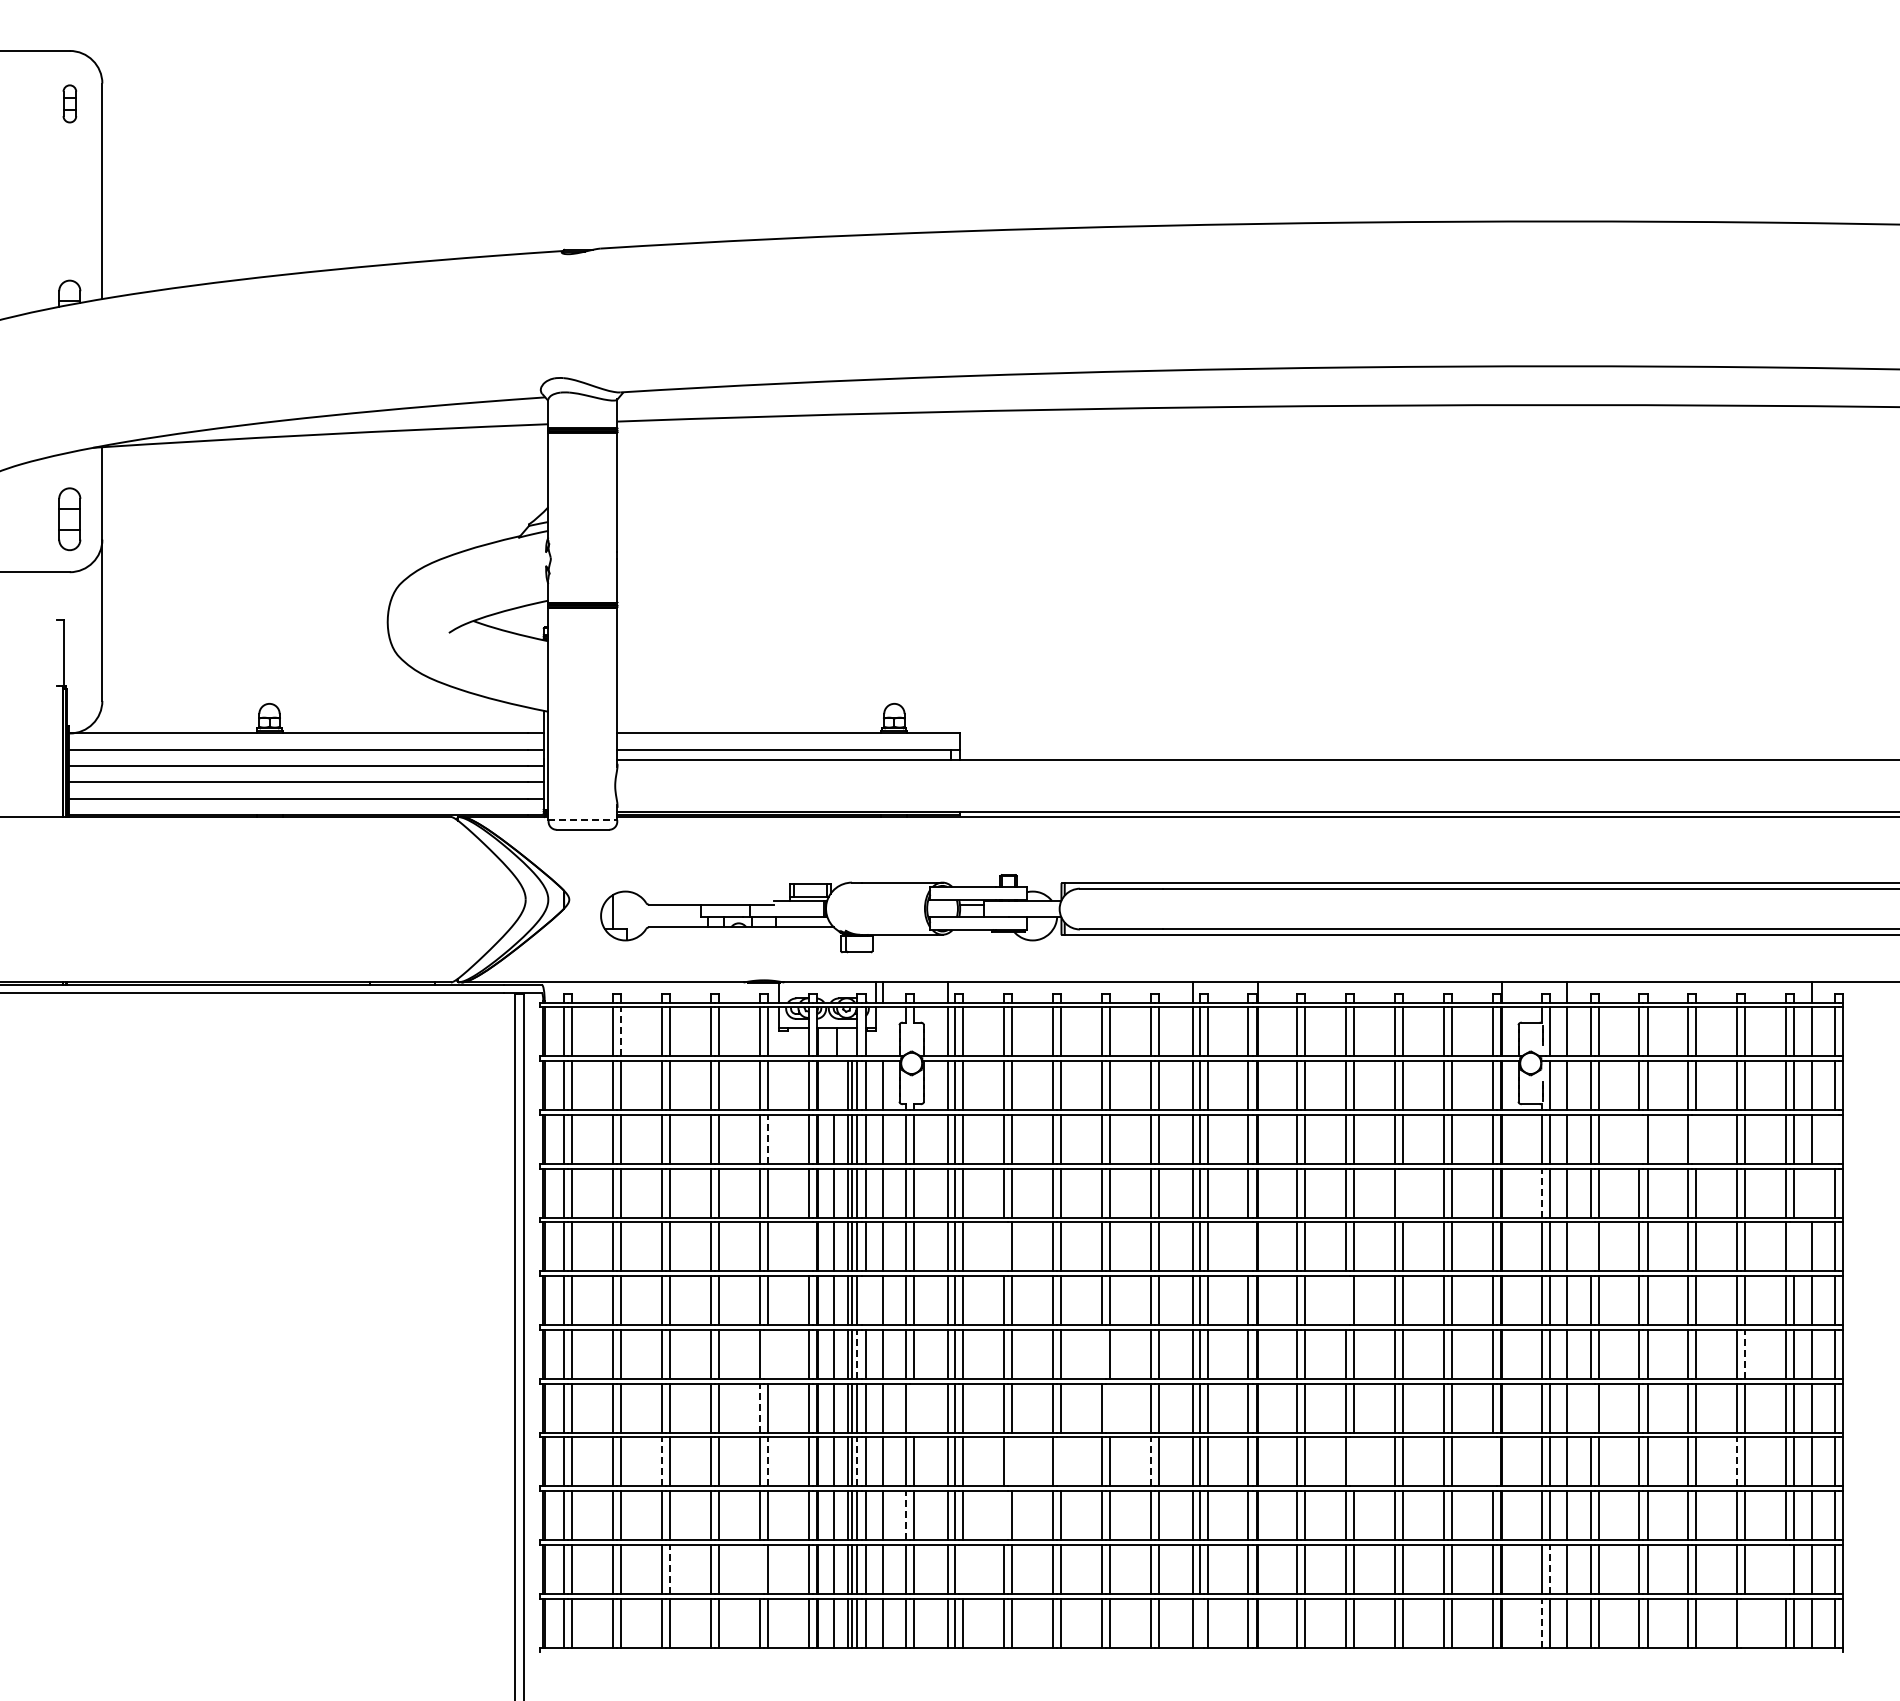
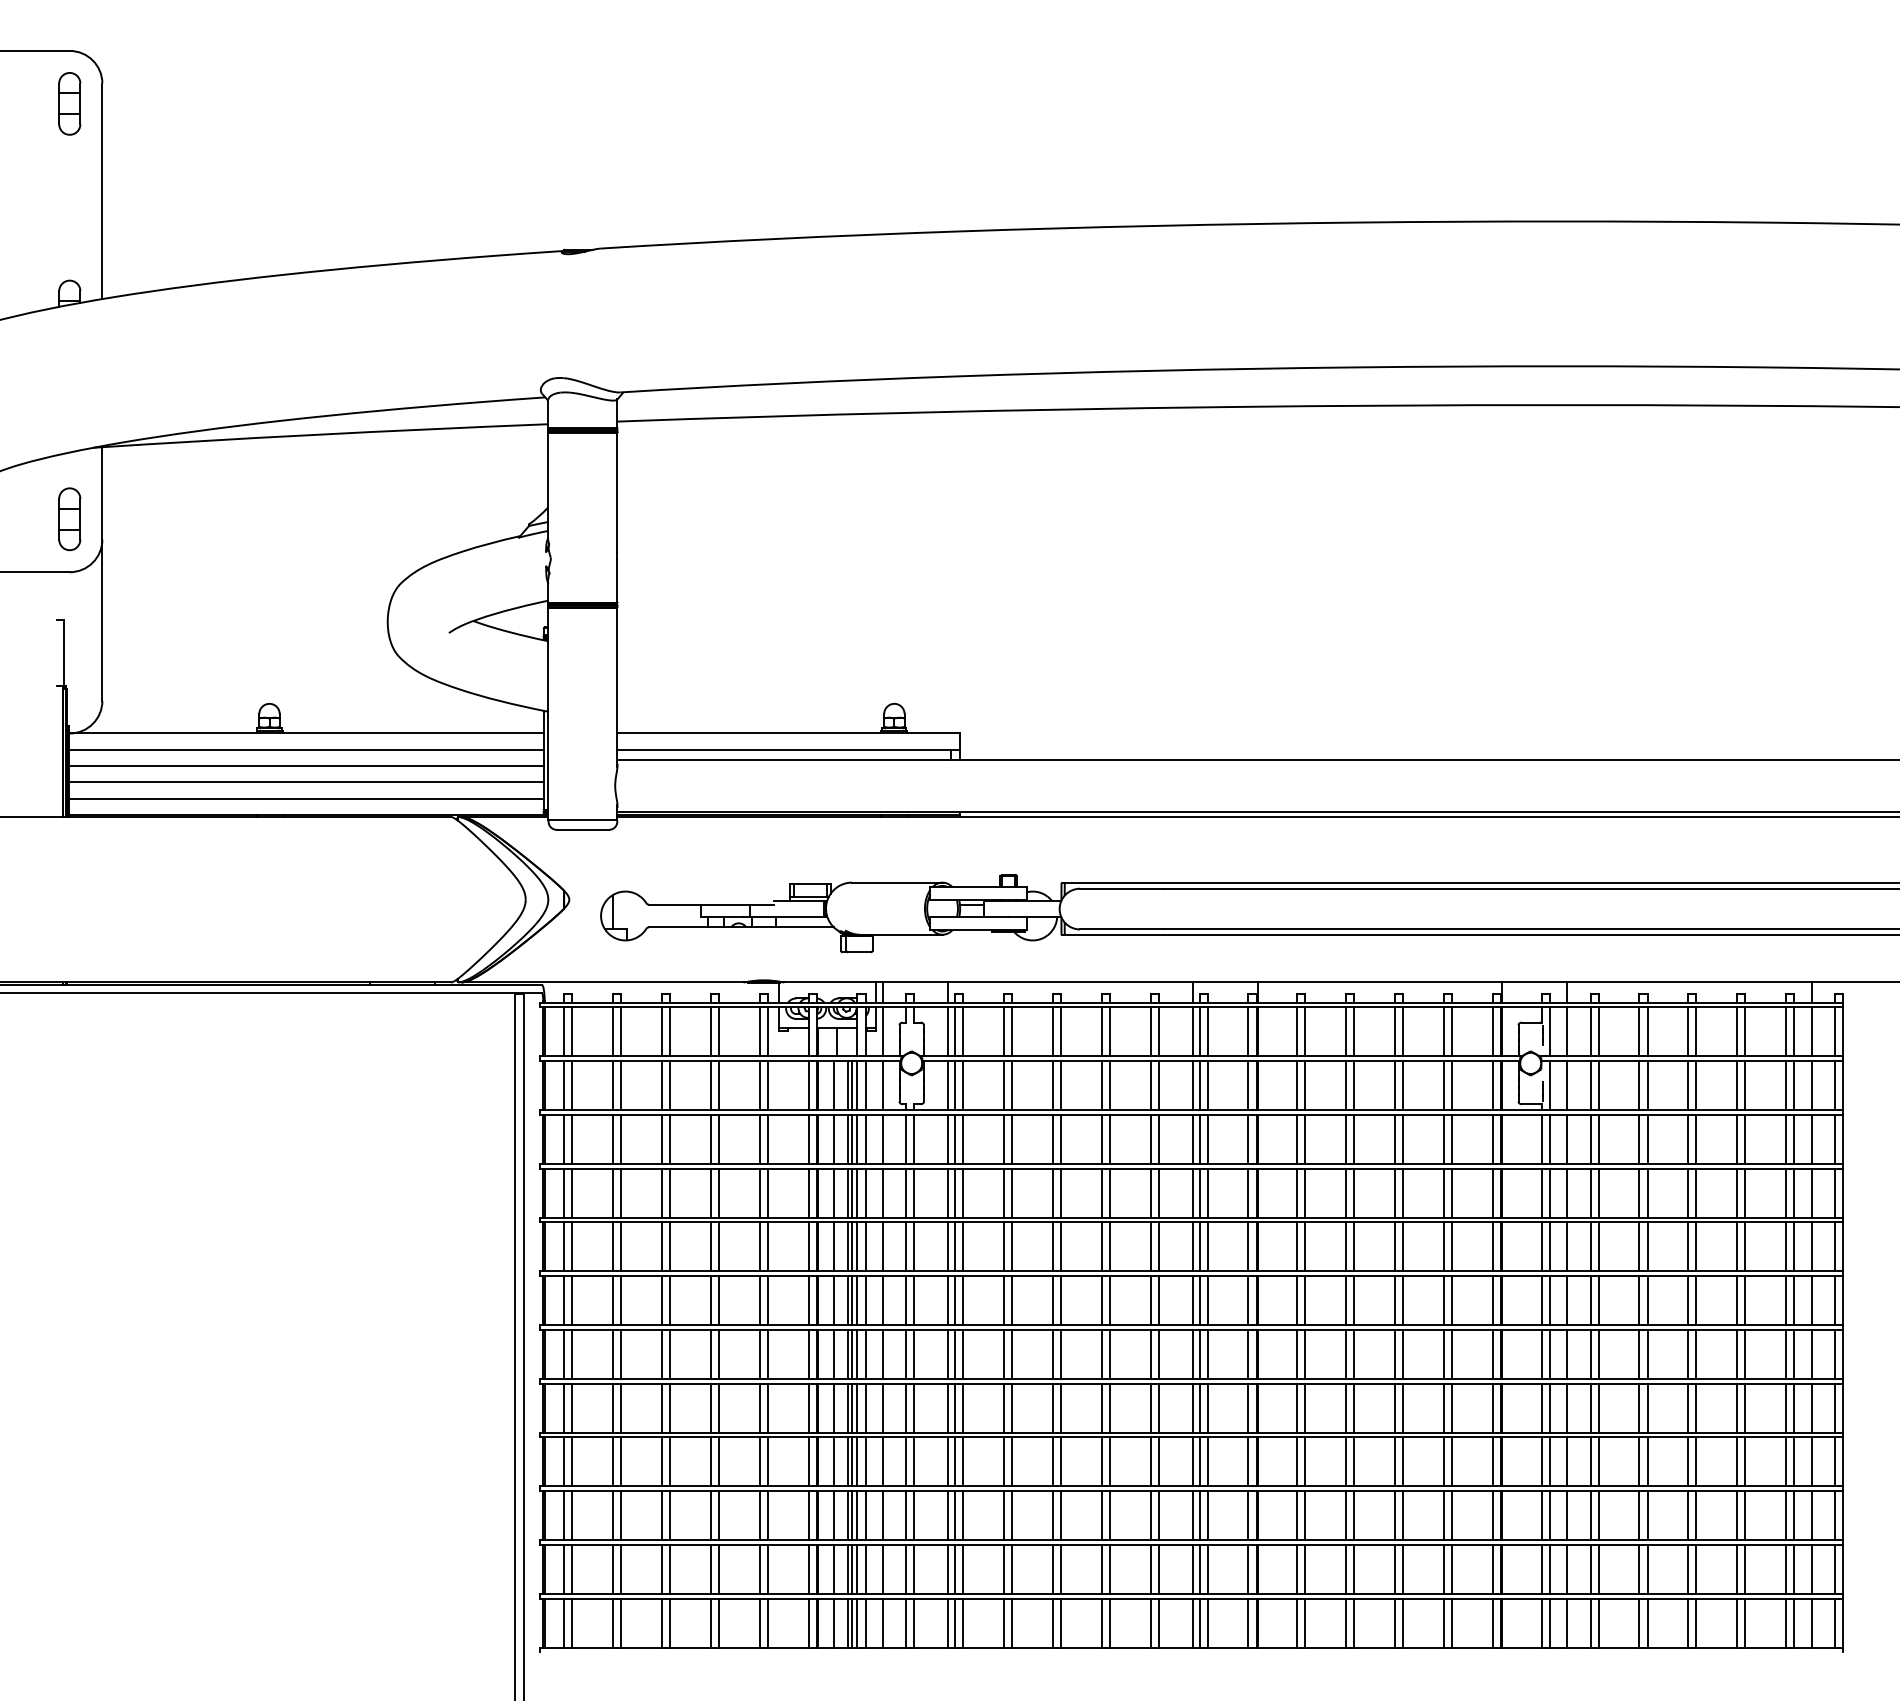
part at (69, 103) size: 16x40 px -> 24x64 px
line at (582, 820): dashed -> solid
line at (621, 1031): dashed -> solid
line at (883, 1031): none -> present
line at (834, 1085): none -> present
line at (767, 1138): dashed -> solid
line at (1639, 1138): none -> present
line at (1696, 1138): none -> present
line at (1834, 1138): none -> present
line at (1403, 1192): none -> present
line at (1541, 1192): dashed -> solid
line at (1811, 1192): none -> present
line at (808, 1246): none -> present
line at (1004, 1246): none -> present
line at (1248, 1246): none -> present
line at (1590, 1246): none -> present
line at (1794, 1246): none -> present
line at (865, 1300): none -> present
line at (1346, 1300): none -> present
line at (767, 1353): none -> present
line at (857, 1353): dashed -> solid
line at (1101, 1353): none -> present
line at (1745, 1353): dashed -> solid
line at (759, 1407): dashed -> solid
line at (914, 1407): none -> present
line at (1109, 1407): none -> present
line at (1590, 1407): none -> present
line at (661, 1461): dashed -> solid
line at (767, 1461): dashed -> solid
line at (857, 1461): dashed -> solid
line at (1012, 1461): none -> present
line at (1061, 1461): none -> present
line at (1150, 1461): dashed -> solid
line at (1354, 1461): none -> present
line at (1492, 1461): none -> present
line at (1737, 1461): dashed -> solid
line at (906, 1515): dashed -> solid
line at (1004, 1515): none -> present
line at (670, 1568): dashed -> solid
line at (759, 1568): none -> present
line at (963, 1568): none -> present
line at (1549, 1568): dashed -> solid
line at (1785, 1568): none -> present
line at (1199, 1622): none -> present
line at (1541, 1622): dashed -> solid
line at (1745, 1622): none -> present
